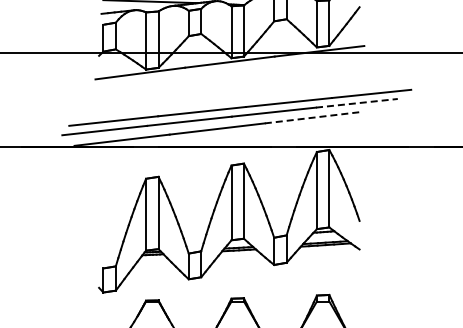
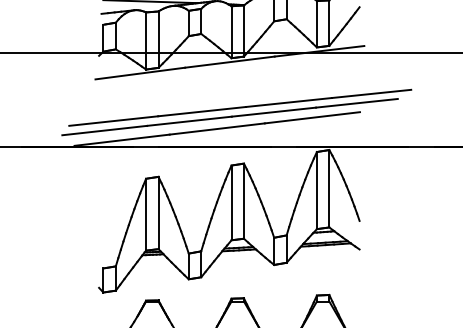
line at (357, 103): dashed -> solid
line at (312, 117): dashed -> solid
